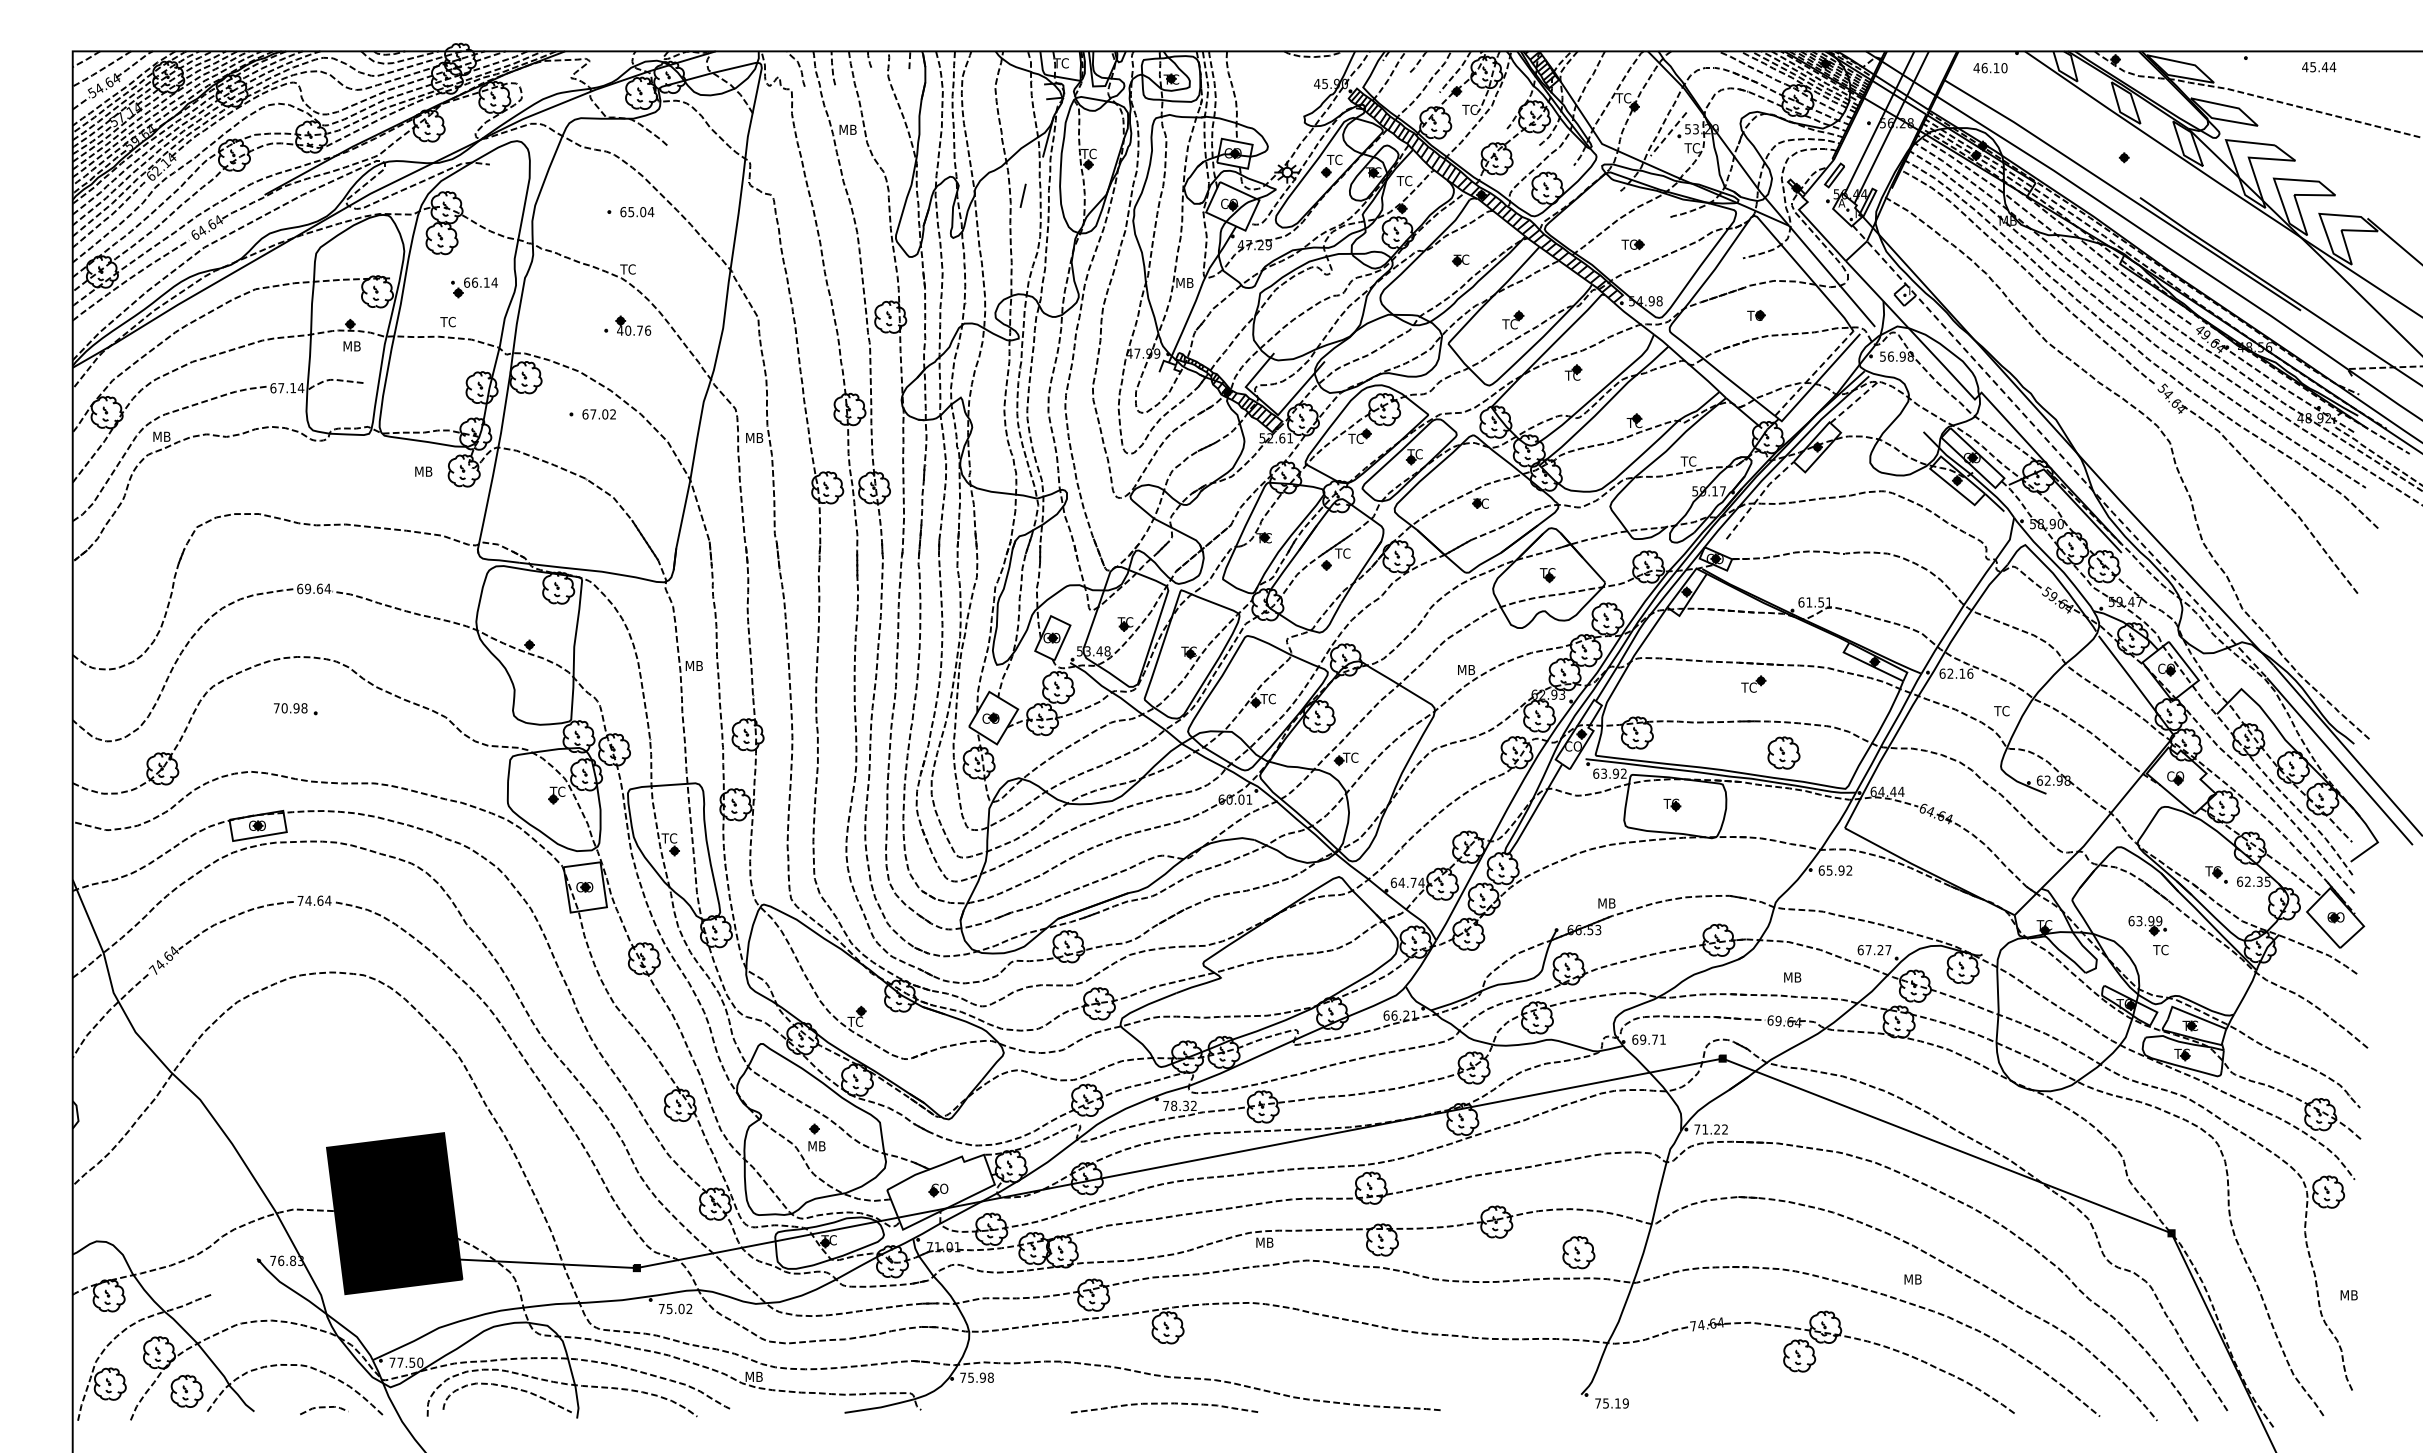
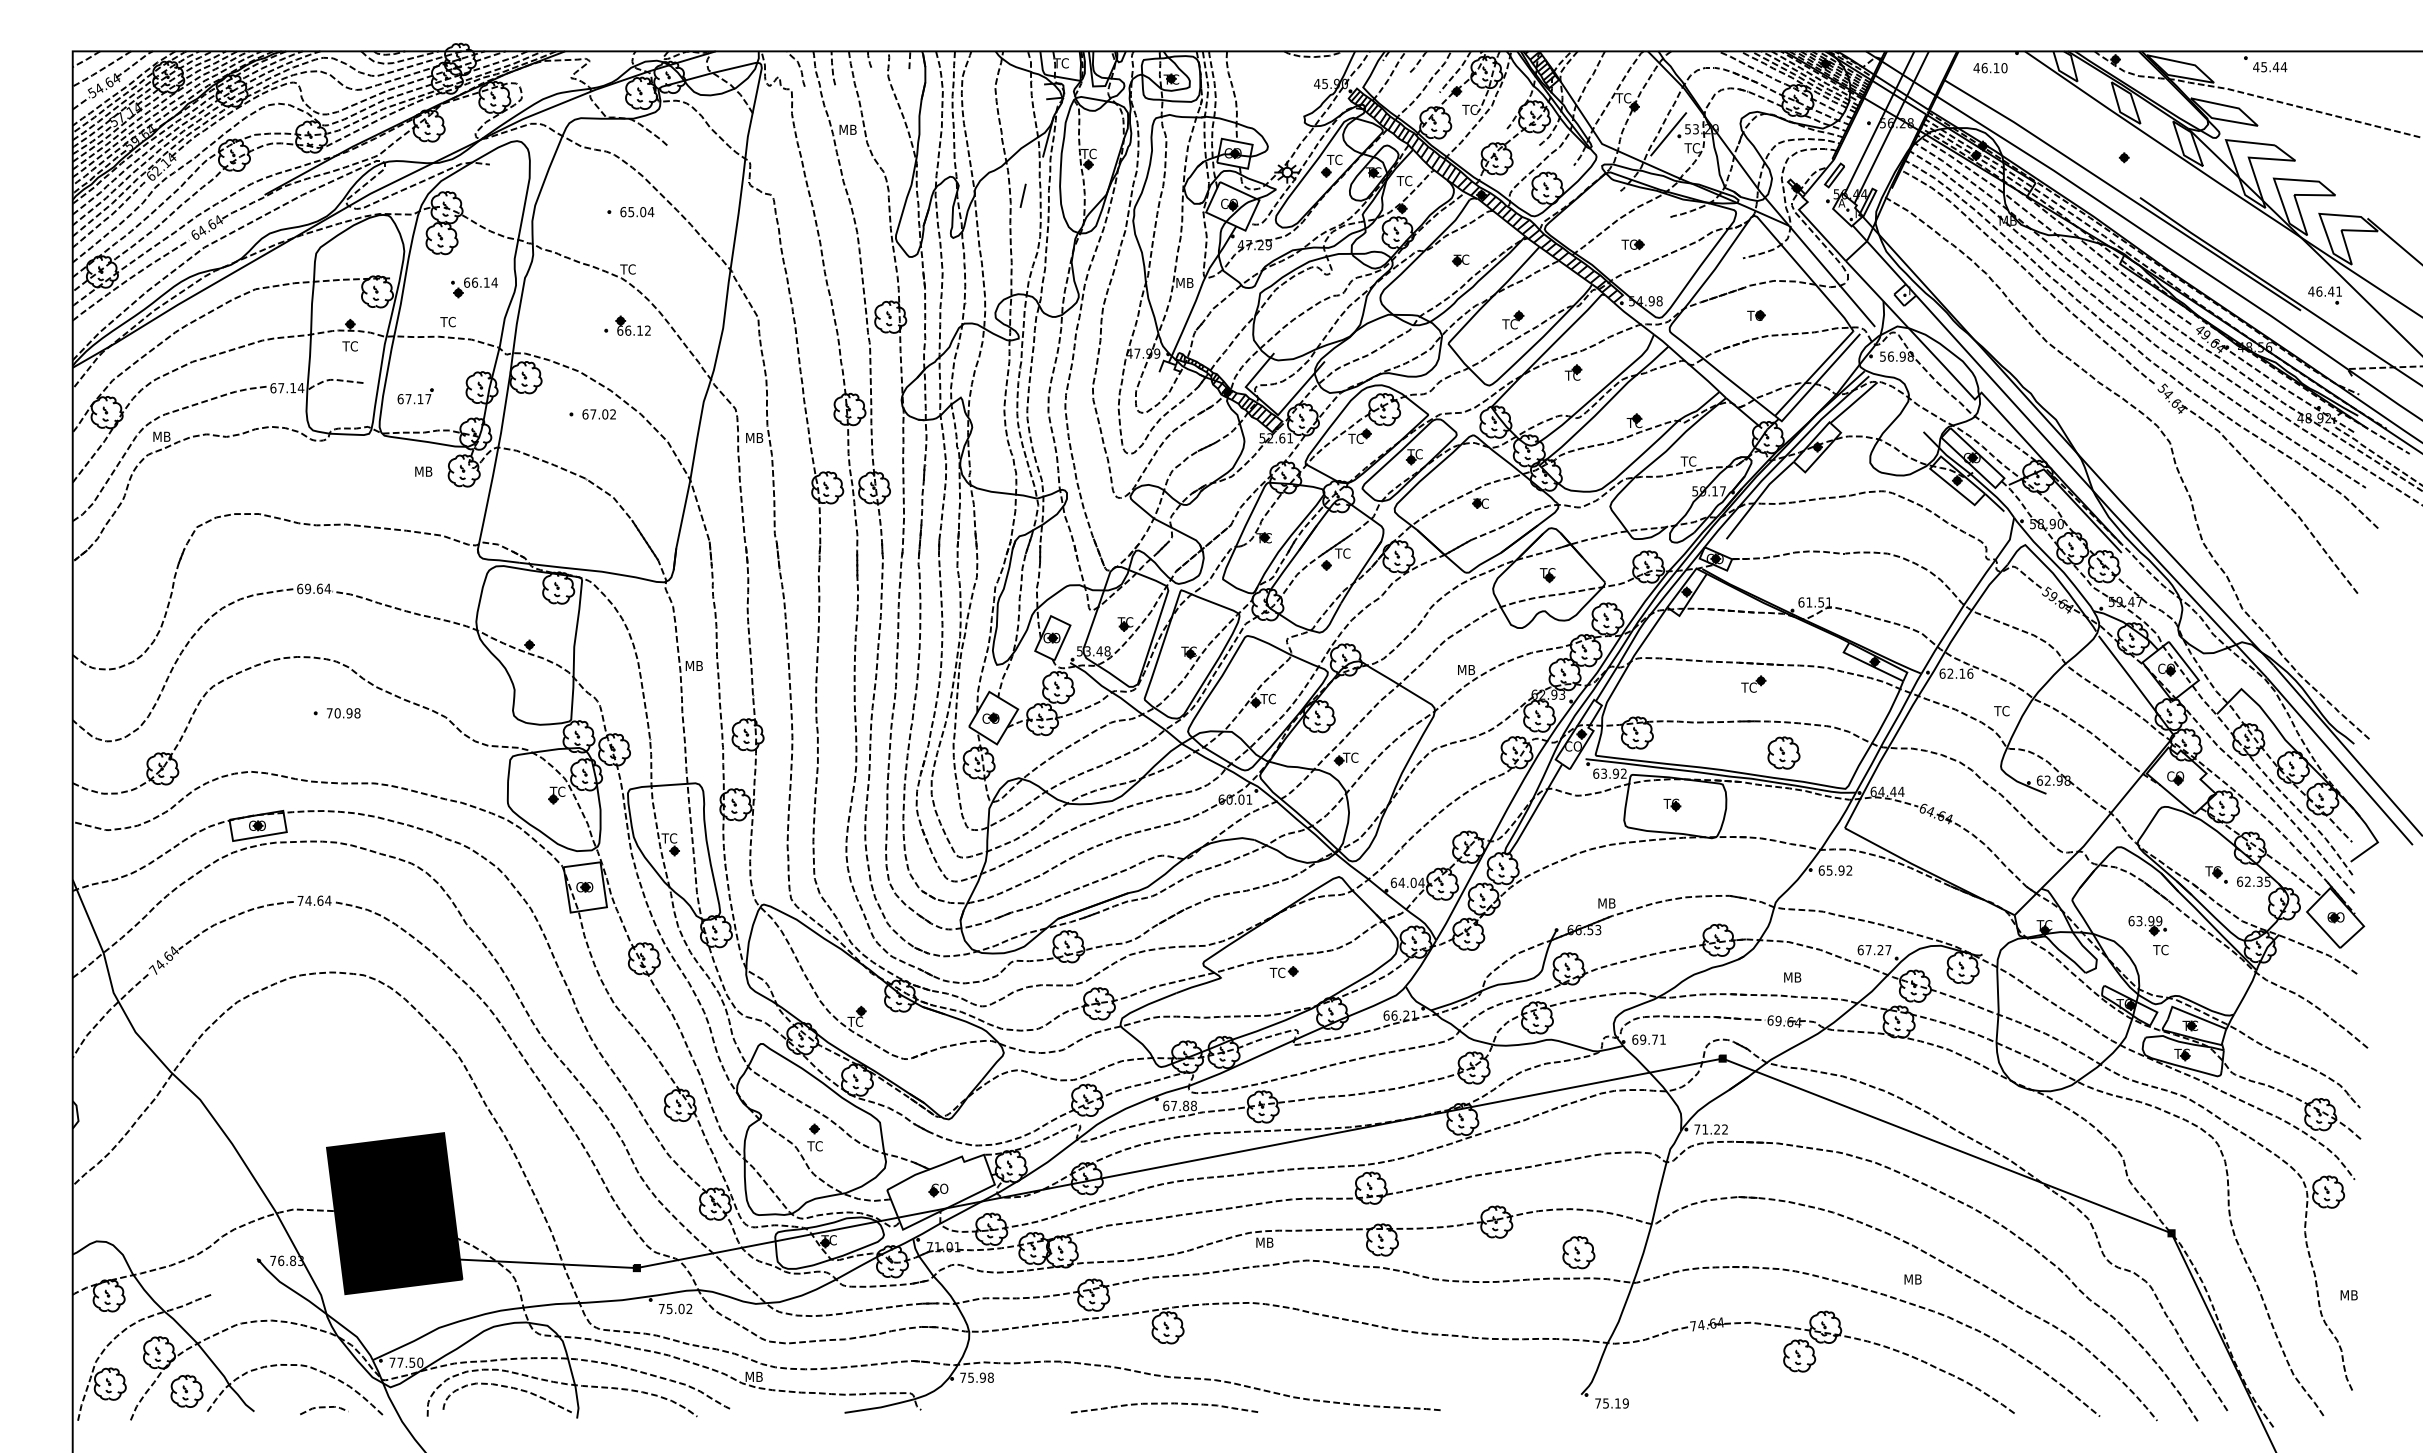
text at (2319, 67) position: (2319, 67) -> (2270, 67)
line at (1668, 134): dashed -> solid
part at (2324, 295): none -> present
text at (634, 330): 40.76 -> 66.12
text at (351, 346): MB -> TC
line at (1814, 373): dashed -> solid
part at (415, 396): none -> present
line at (1853, 402): dashed -> solid
line at (2059, 453): dashed -> solid
line at (1758, 498): dashed -> solid
text at (290, 708) position: (290, 708) -> (343, 713)
text at (1413, 882): 64.74 -> 64.04
part at (1283, 971): none -> present
text at (1179, 1105): 78.32 -> 67.88
text at (816, 1146): MB -> TC
